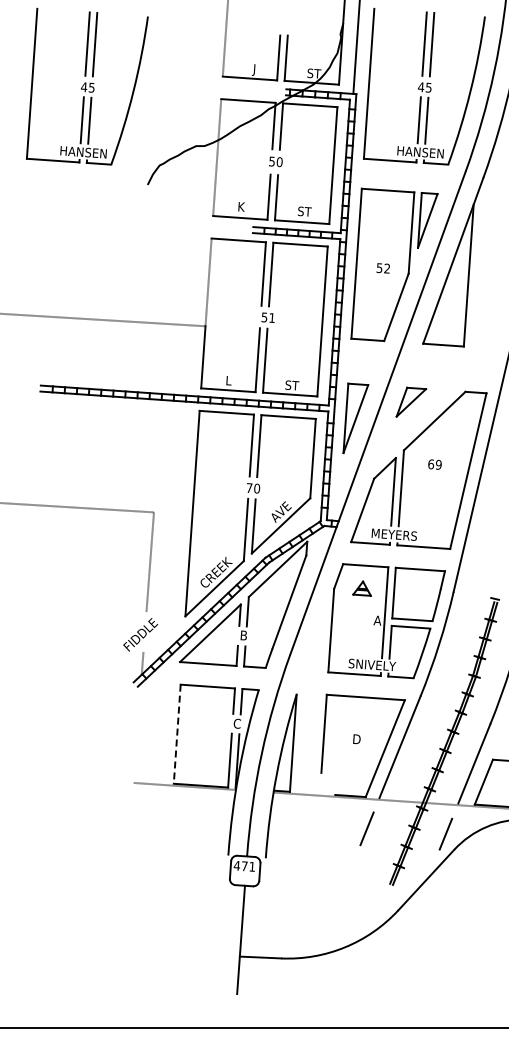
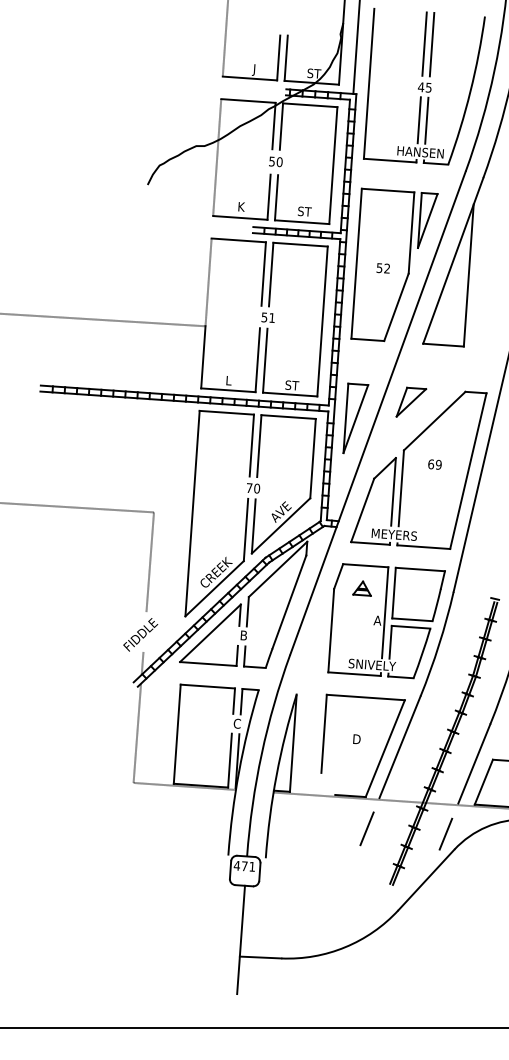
part at (87, 86): present -> none
line at (137, 732): none -> present
line at (177, 734): dashed -> solid
